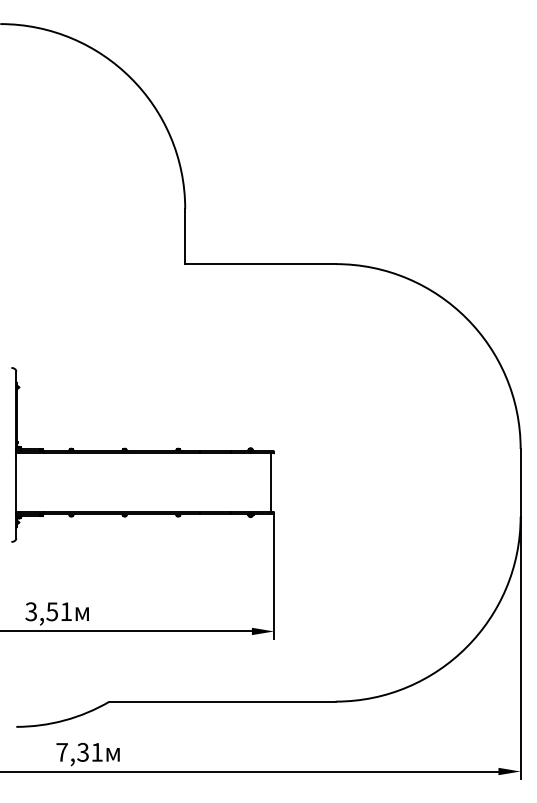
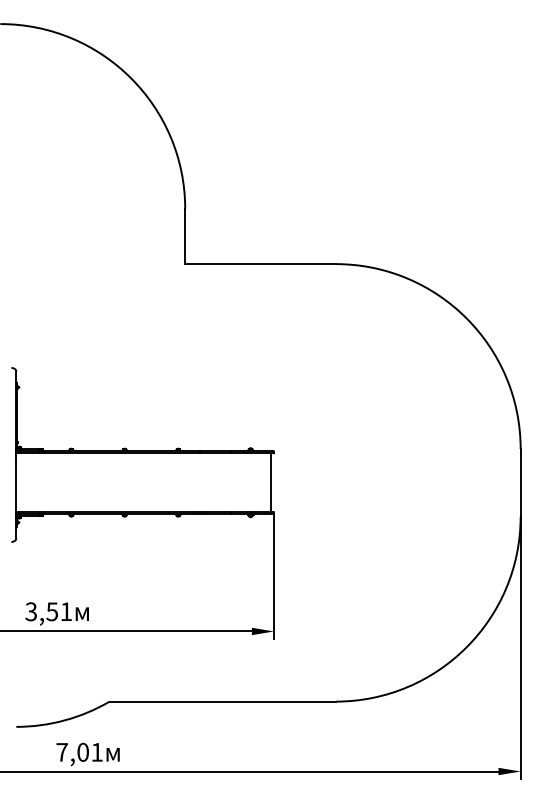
text at (82, 752): 7,31 -> 7,01
